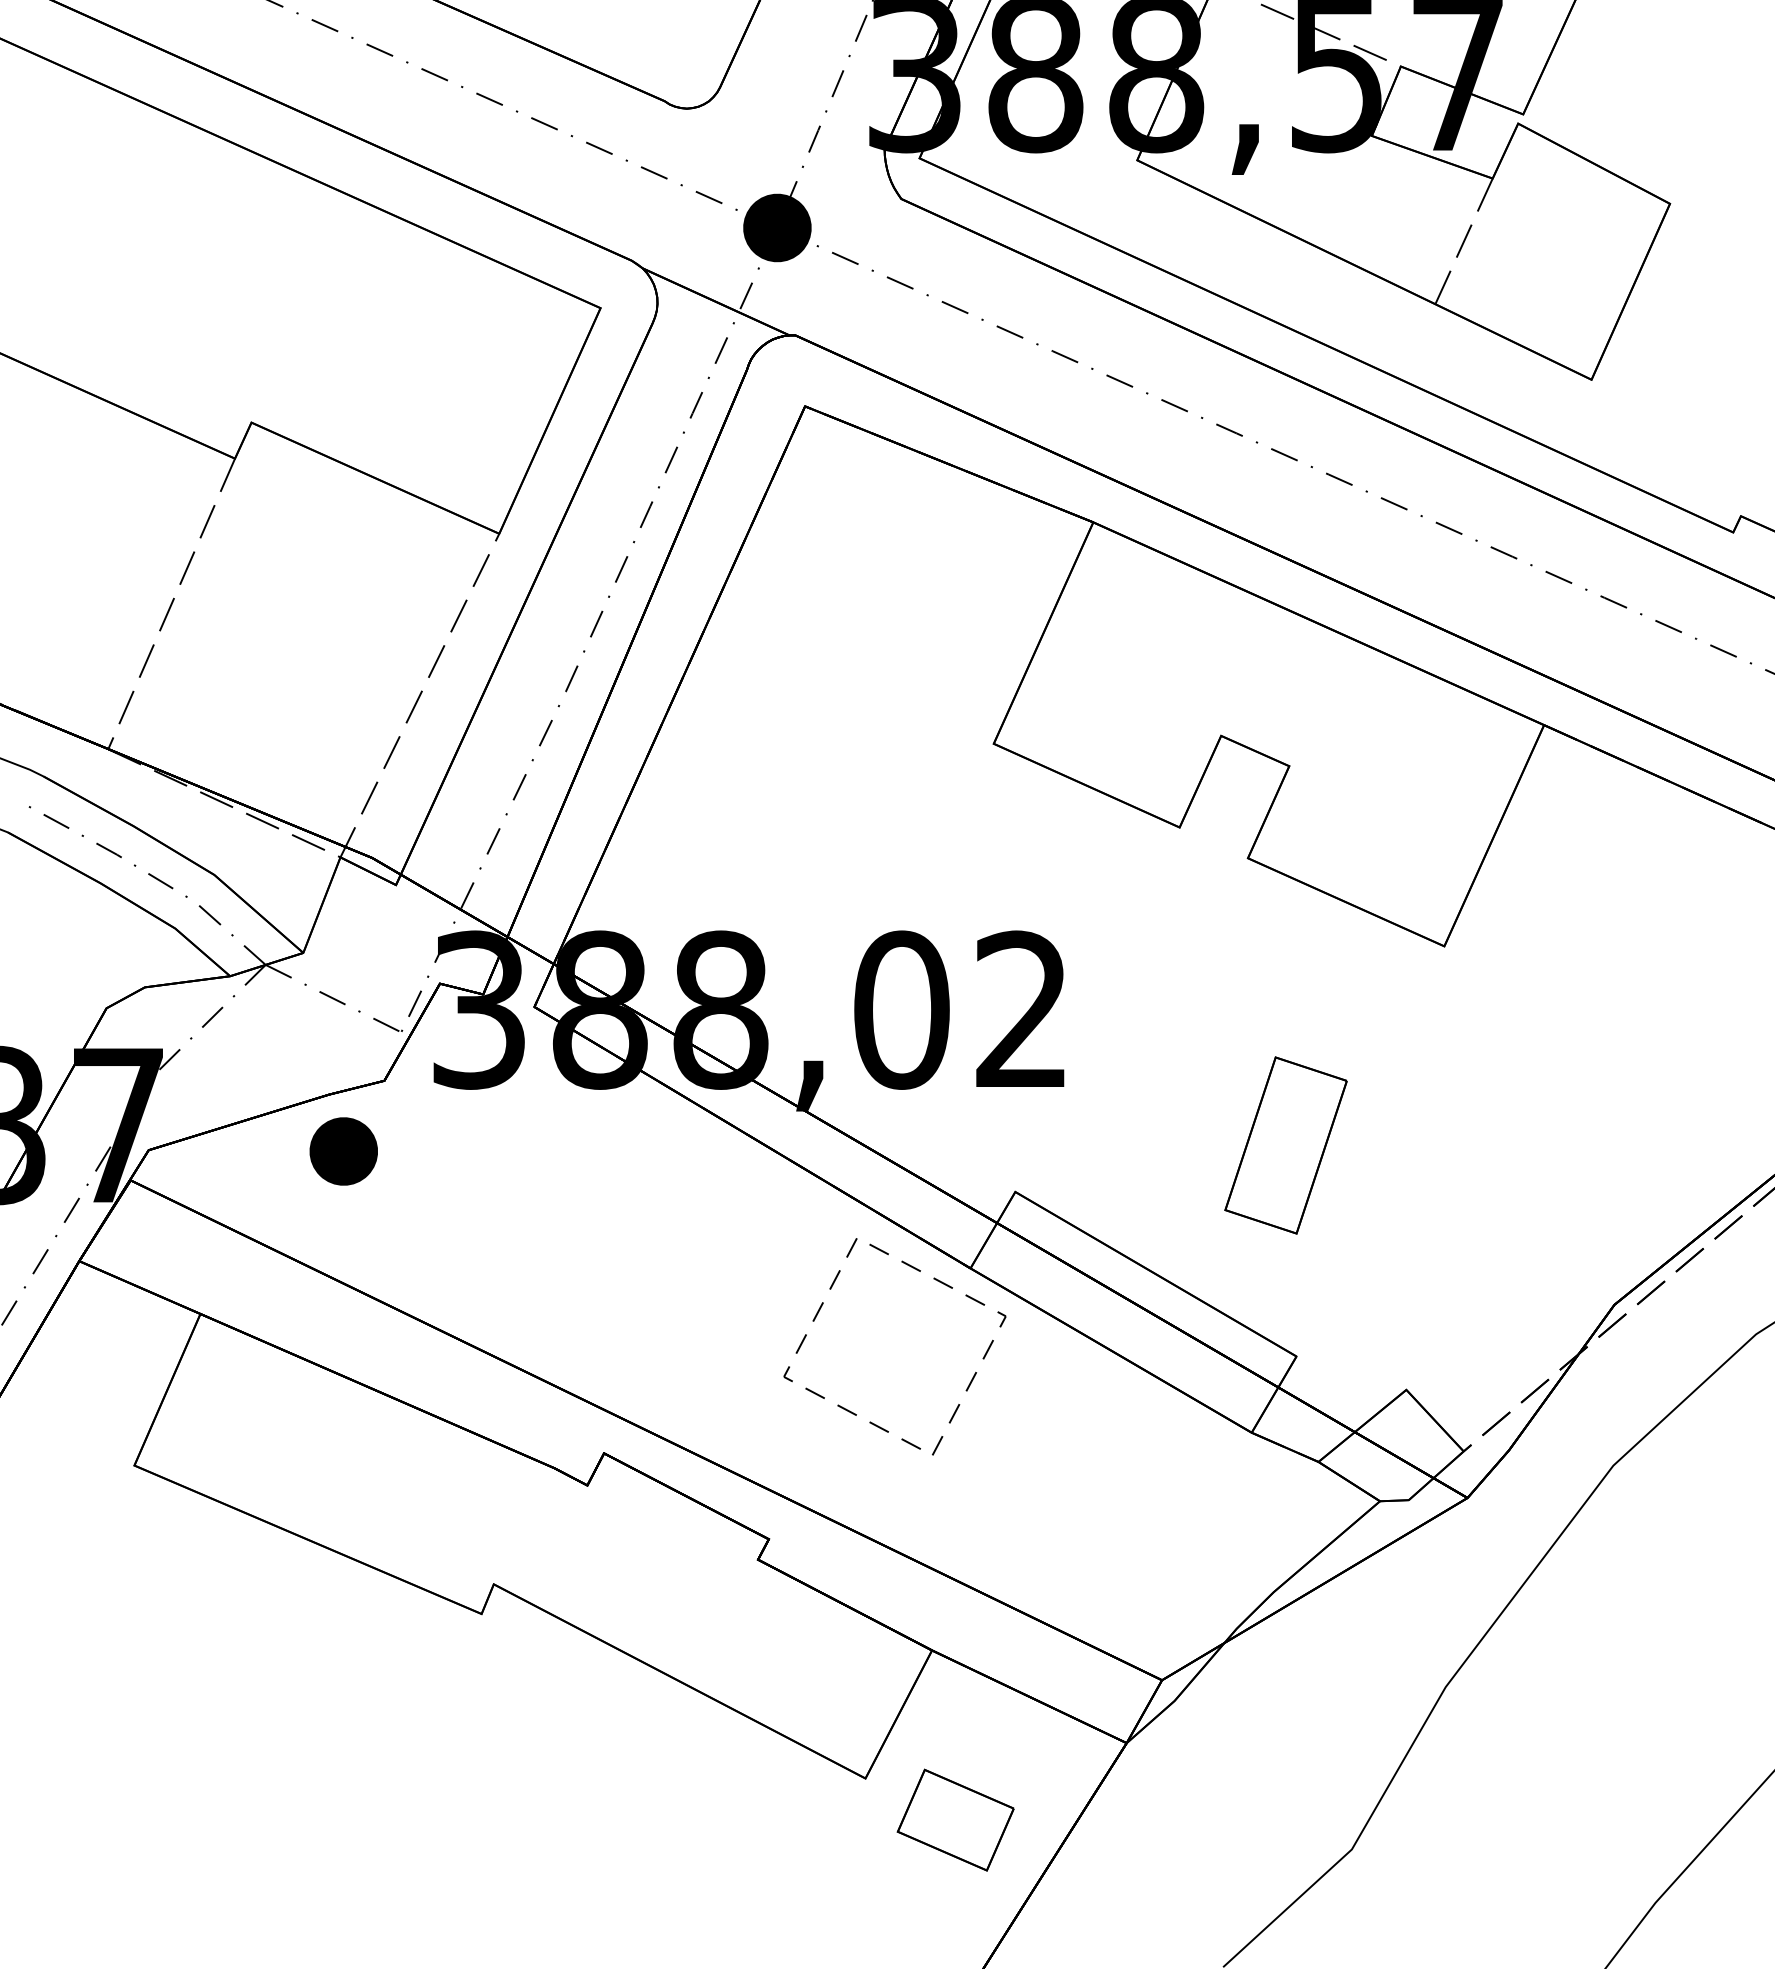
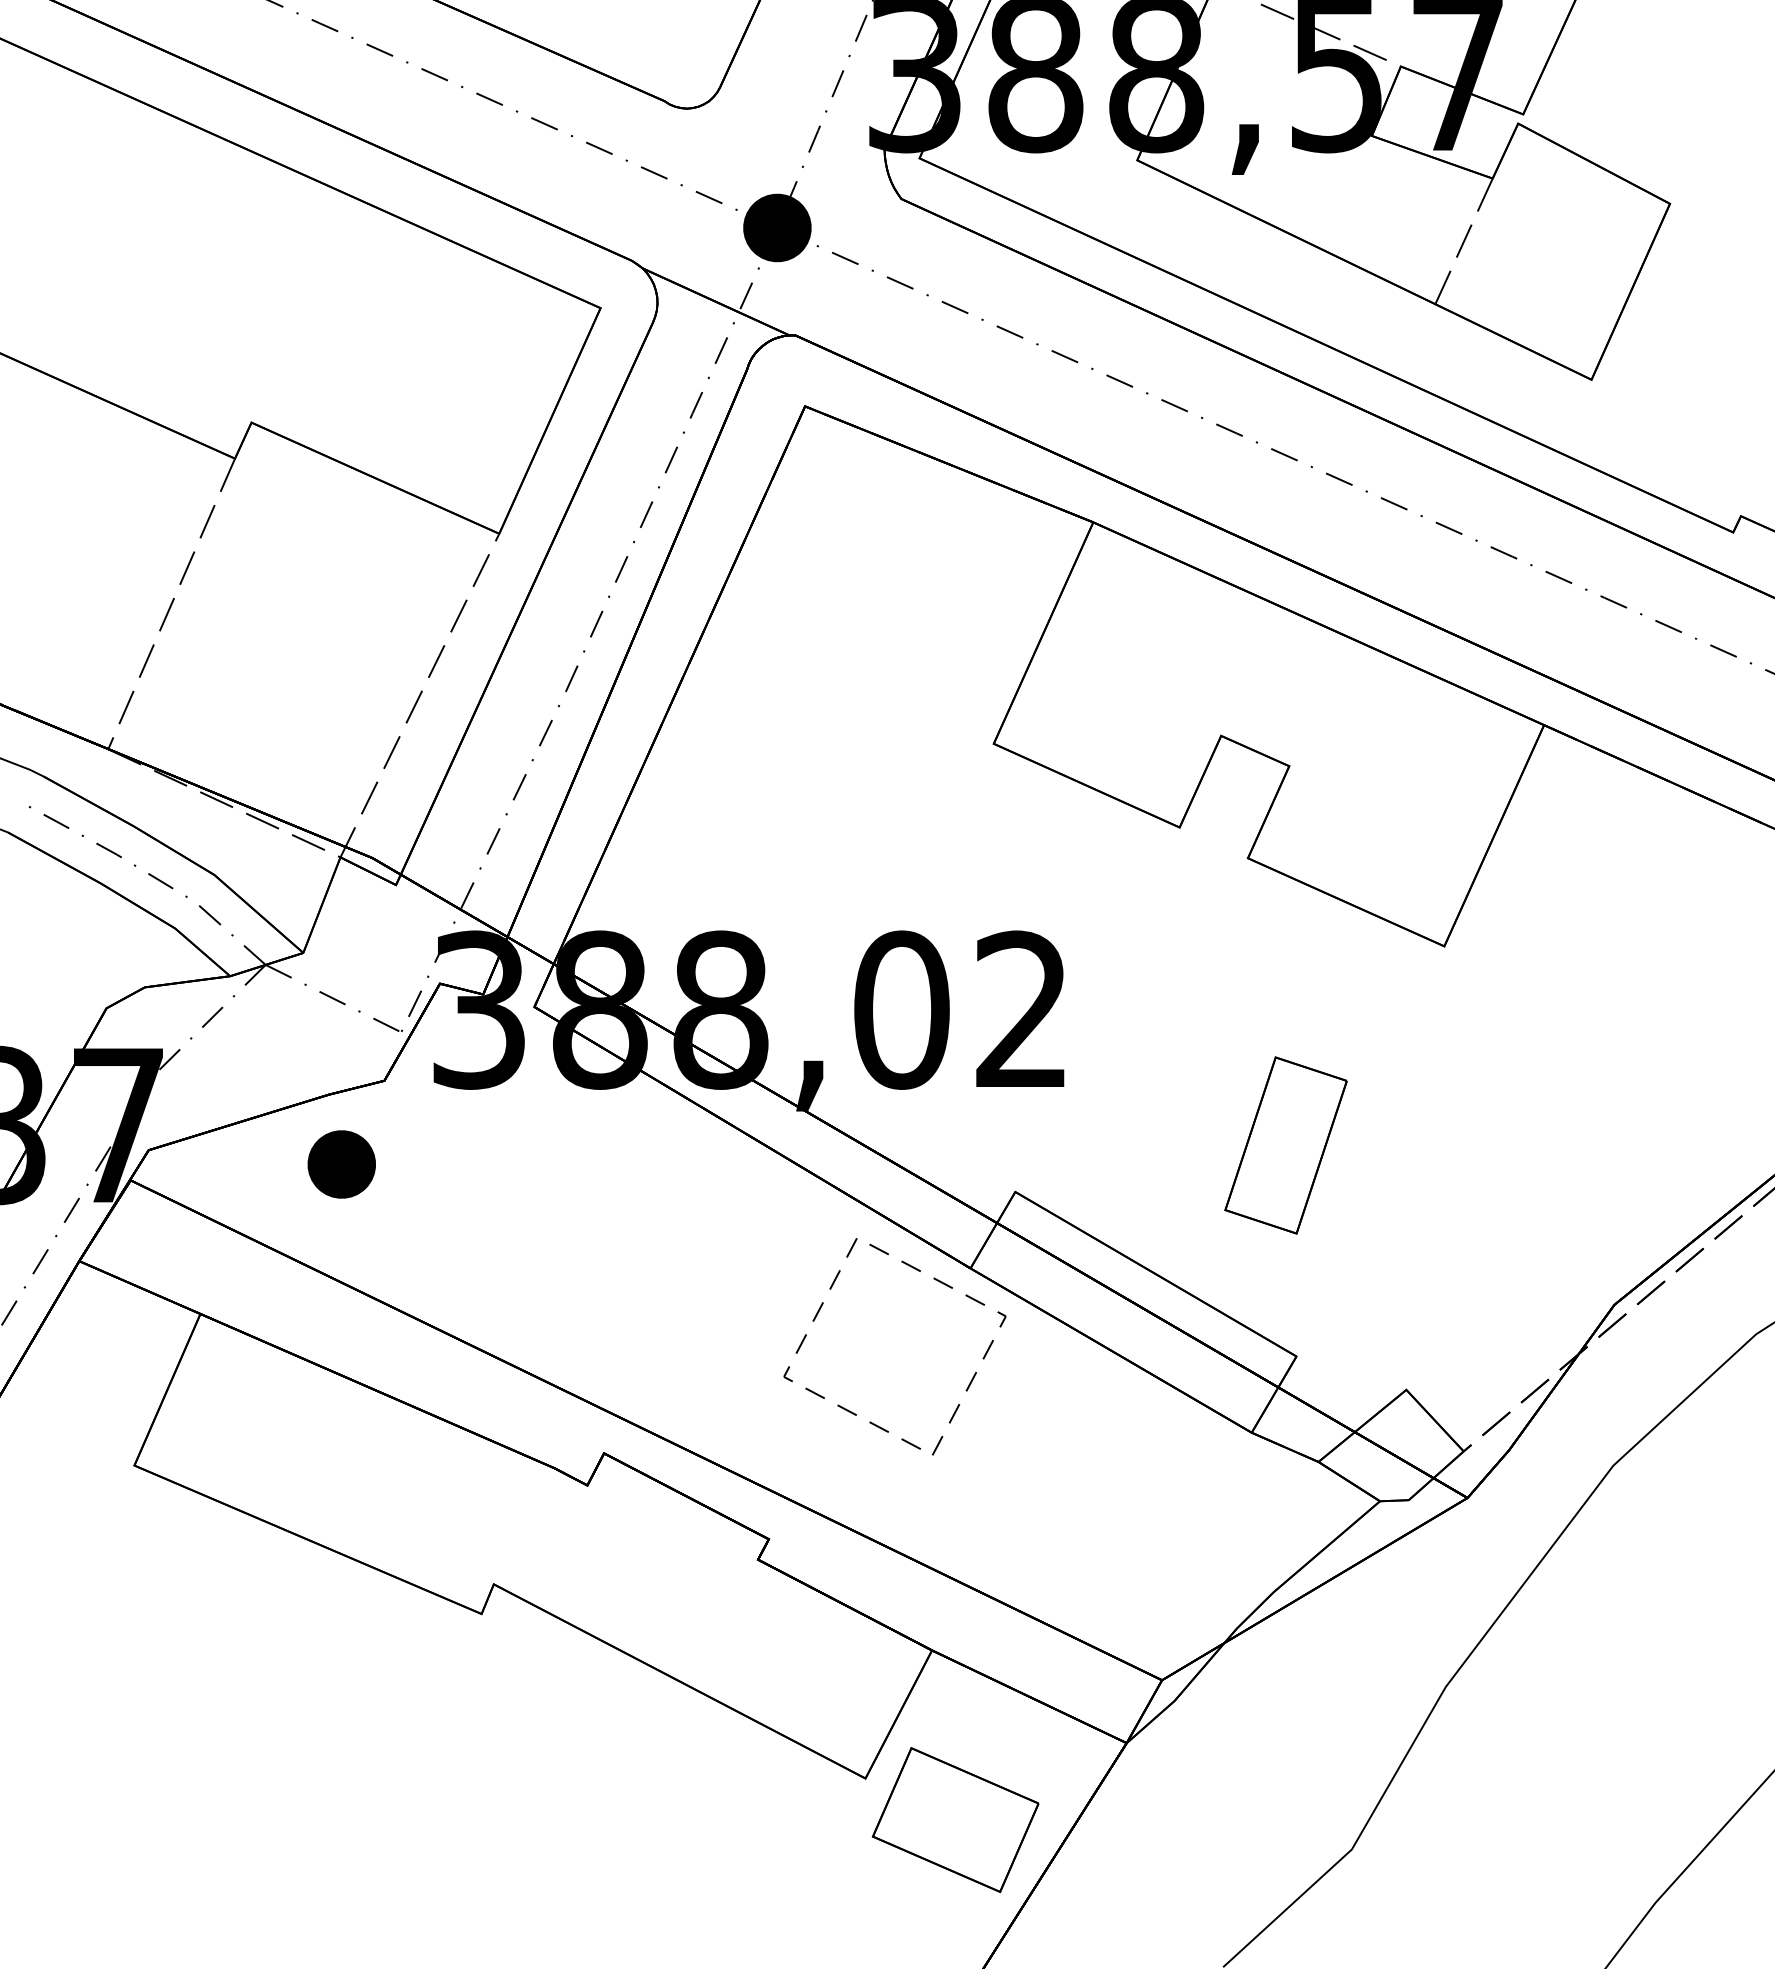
part at (343, 1151) position: (343, 1151) -> (341, 1164)
part at (955, 1819) size: 119x104 px -> 168x147 px
